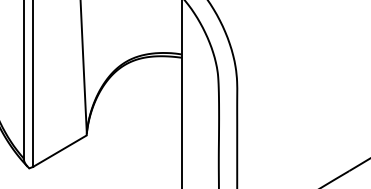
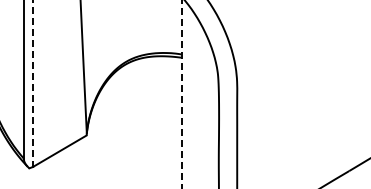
line at (33, 84): solid -> dashed
line at (181, 95): solid -> dashed
